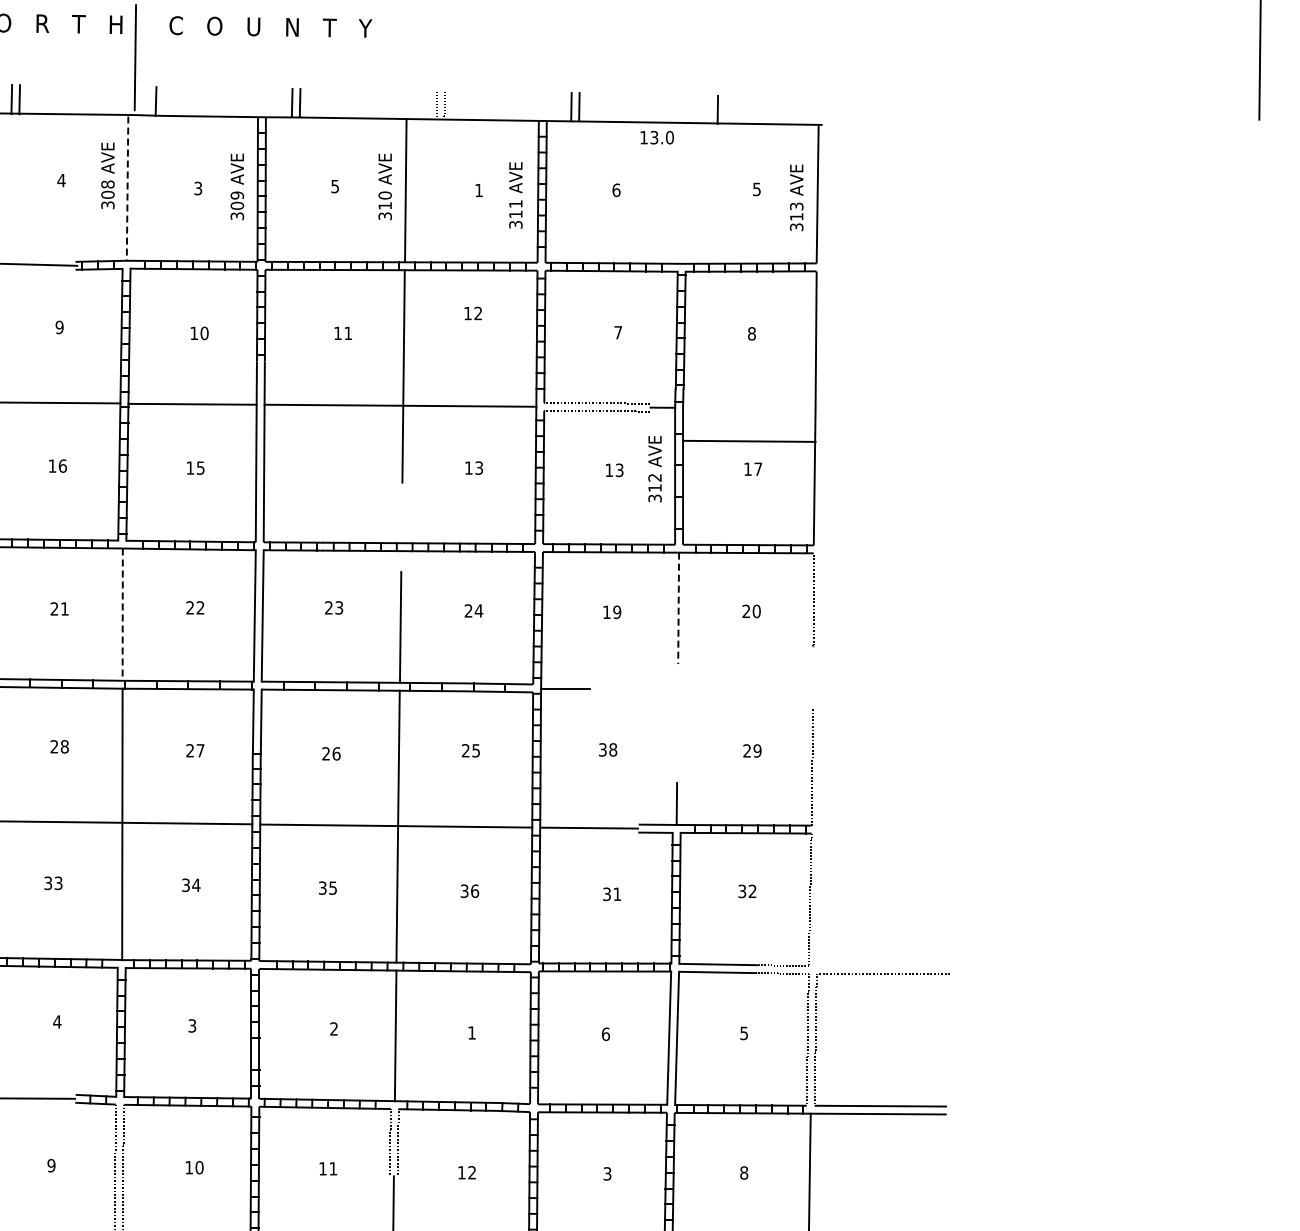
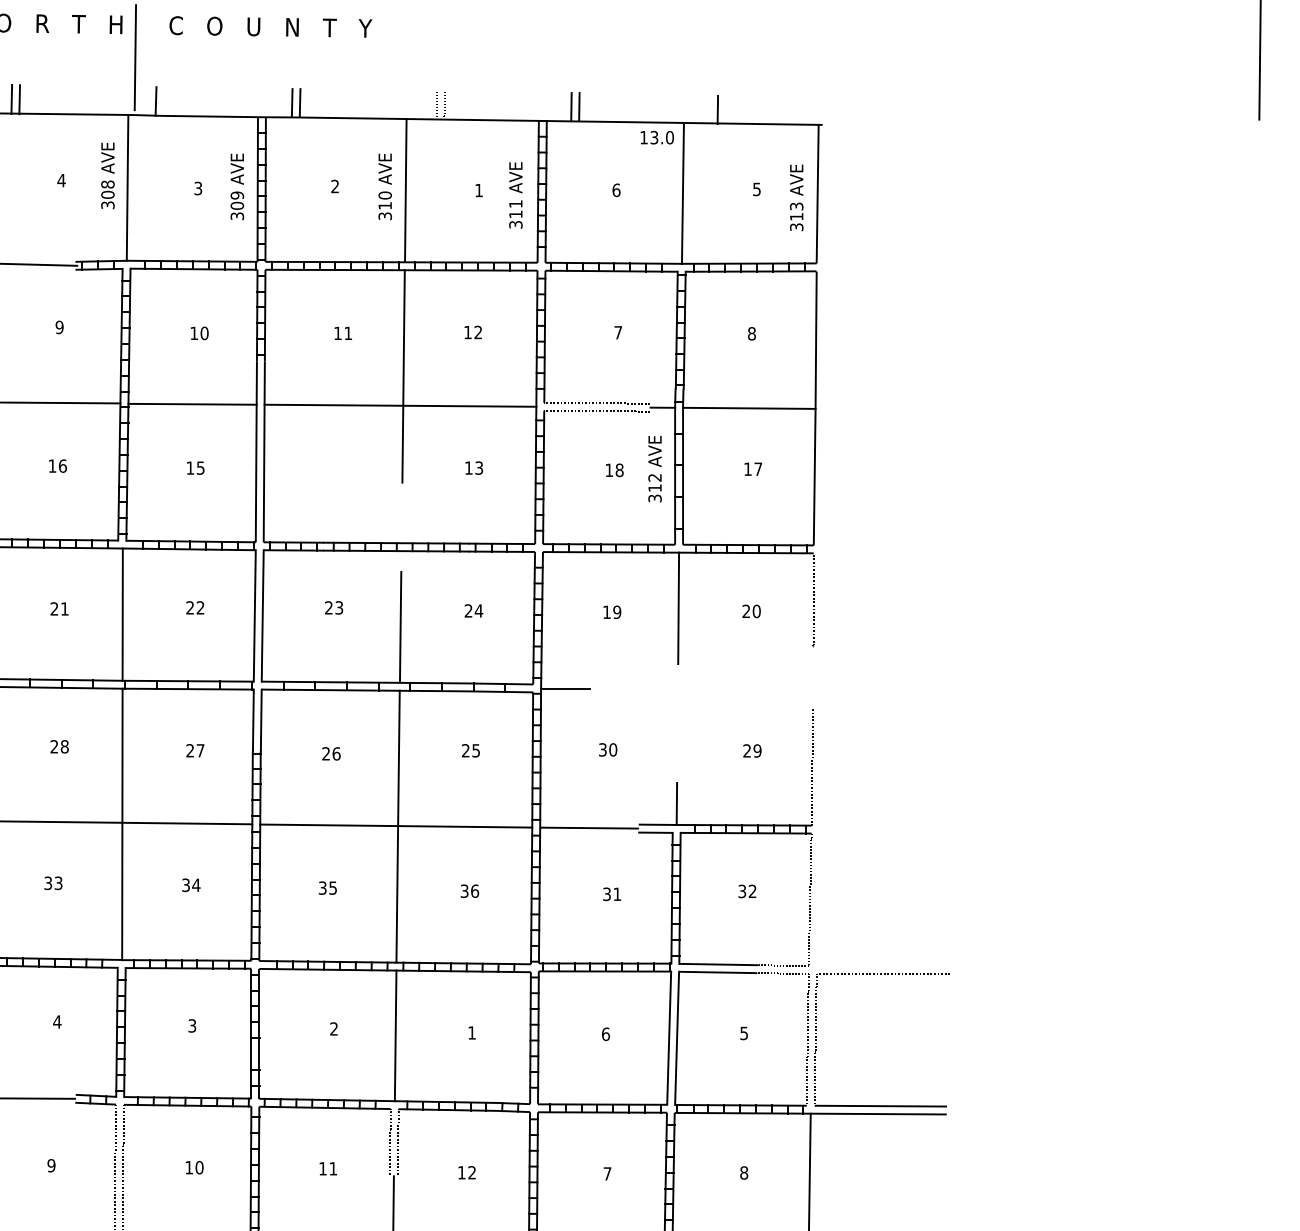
text at (334, 186): 5 -> 2
line at (127, 189): dashed -> solid
line at (682, 193): none -> present
text at (472, 313) position: (472, 313) -> (472, 332)
line at (749, 440) position: (749, 440) -> (749, 407)
text at (619, 470): 13 -> 18
line at (678, 608): dashed -> solid
line at (122, 615): dashed -> solid
text at (613, 749): 38 -> 30
text at (607, 1173): 3 -> 7
